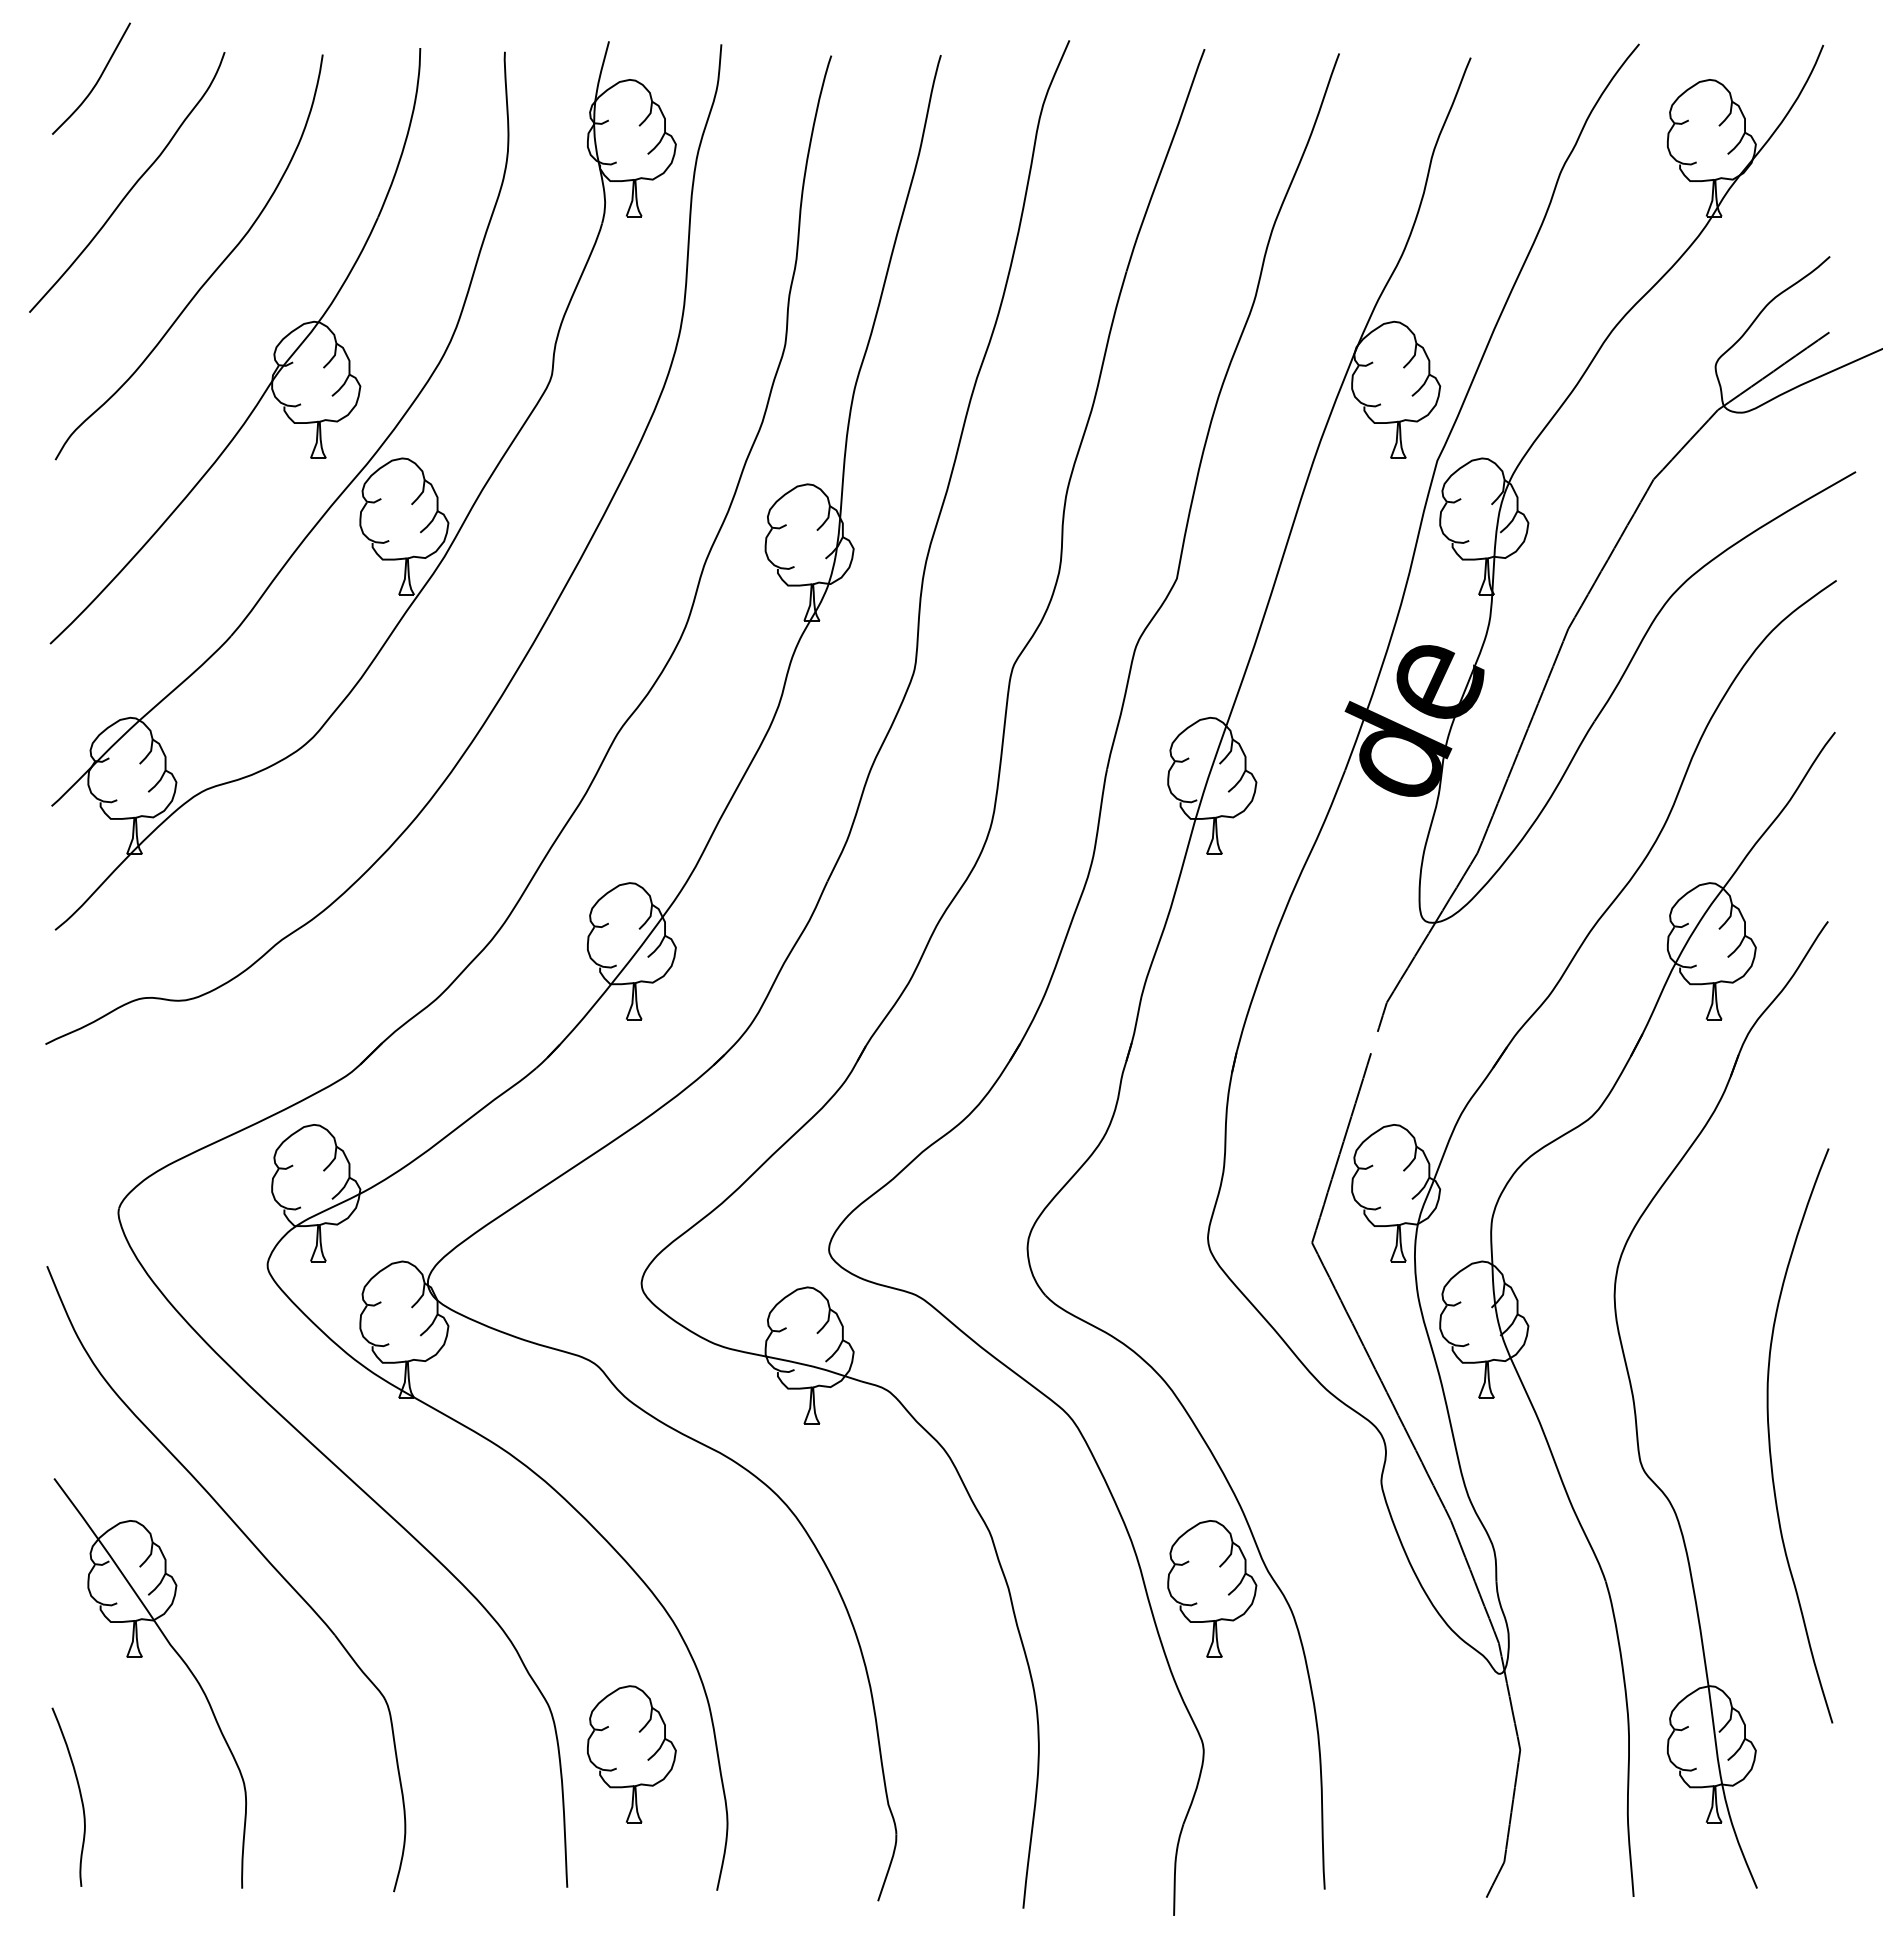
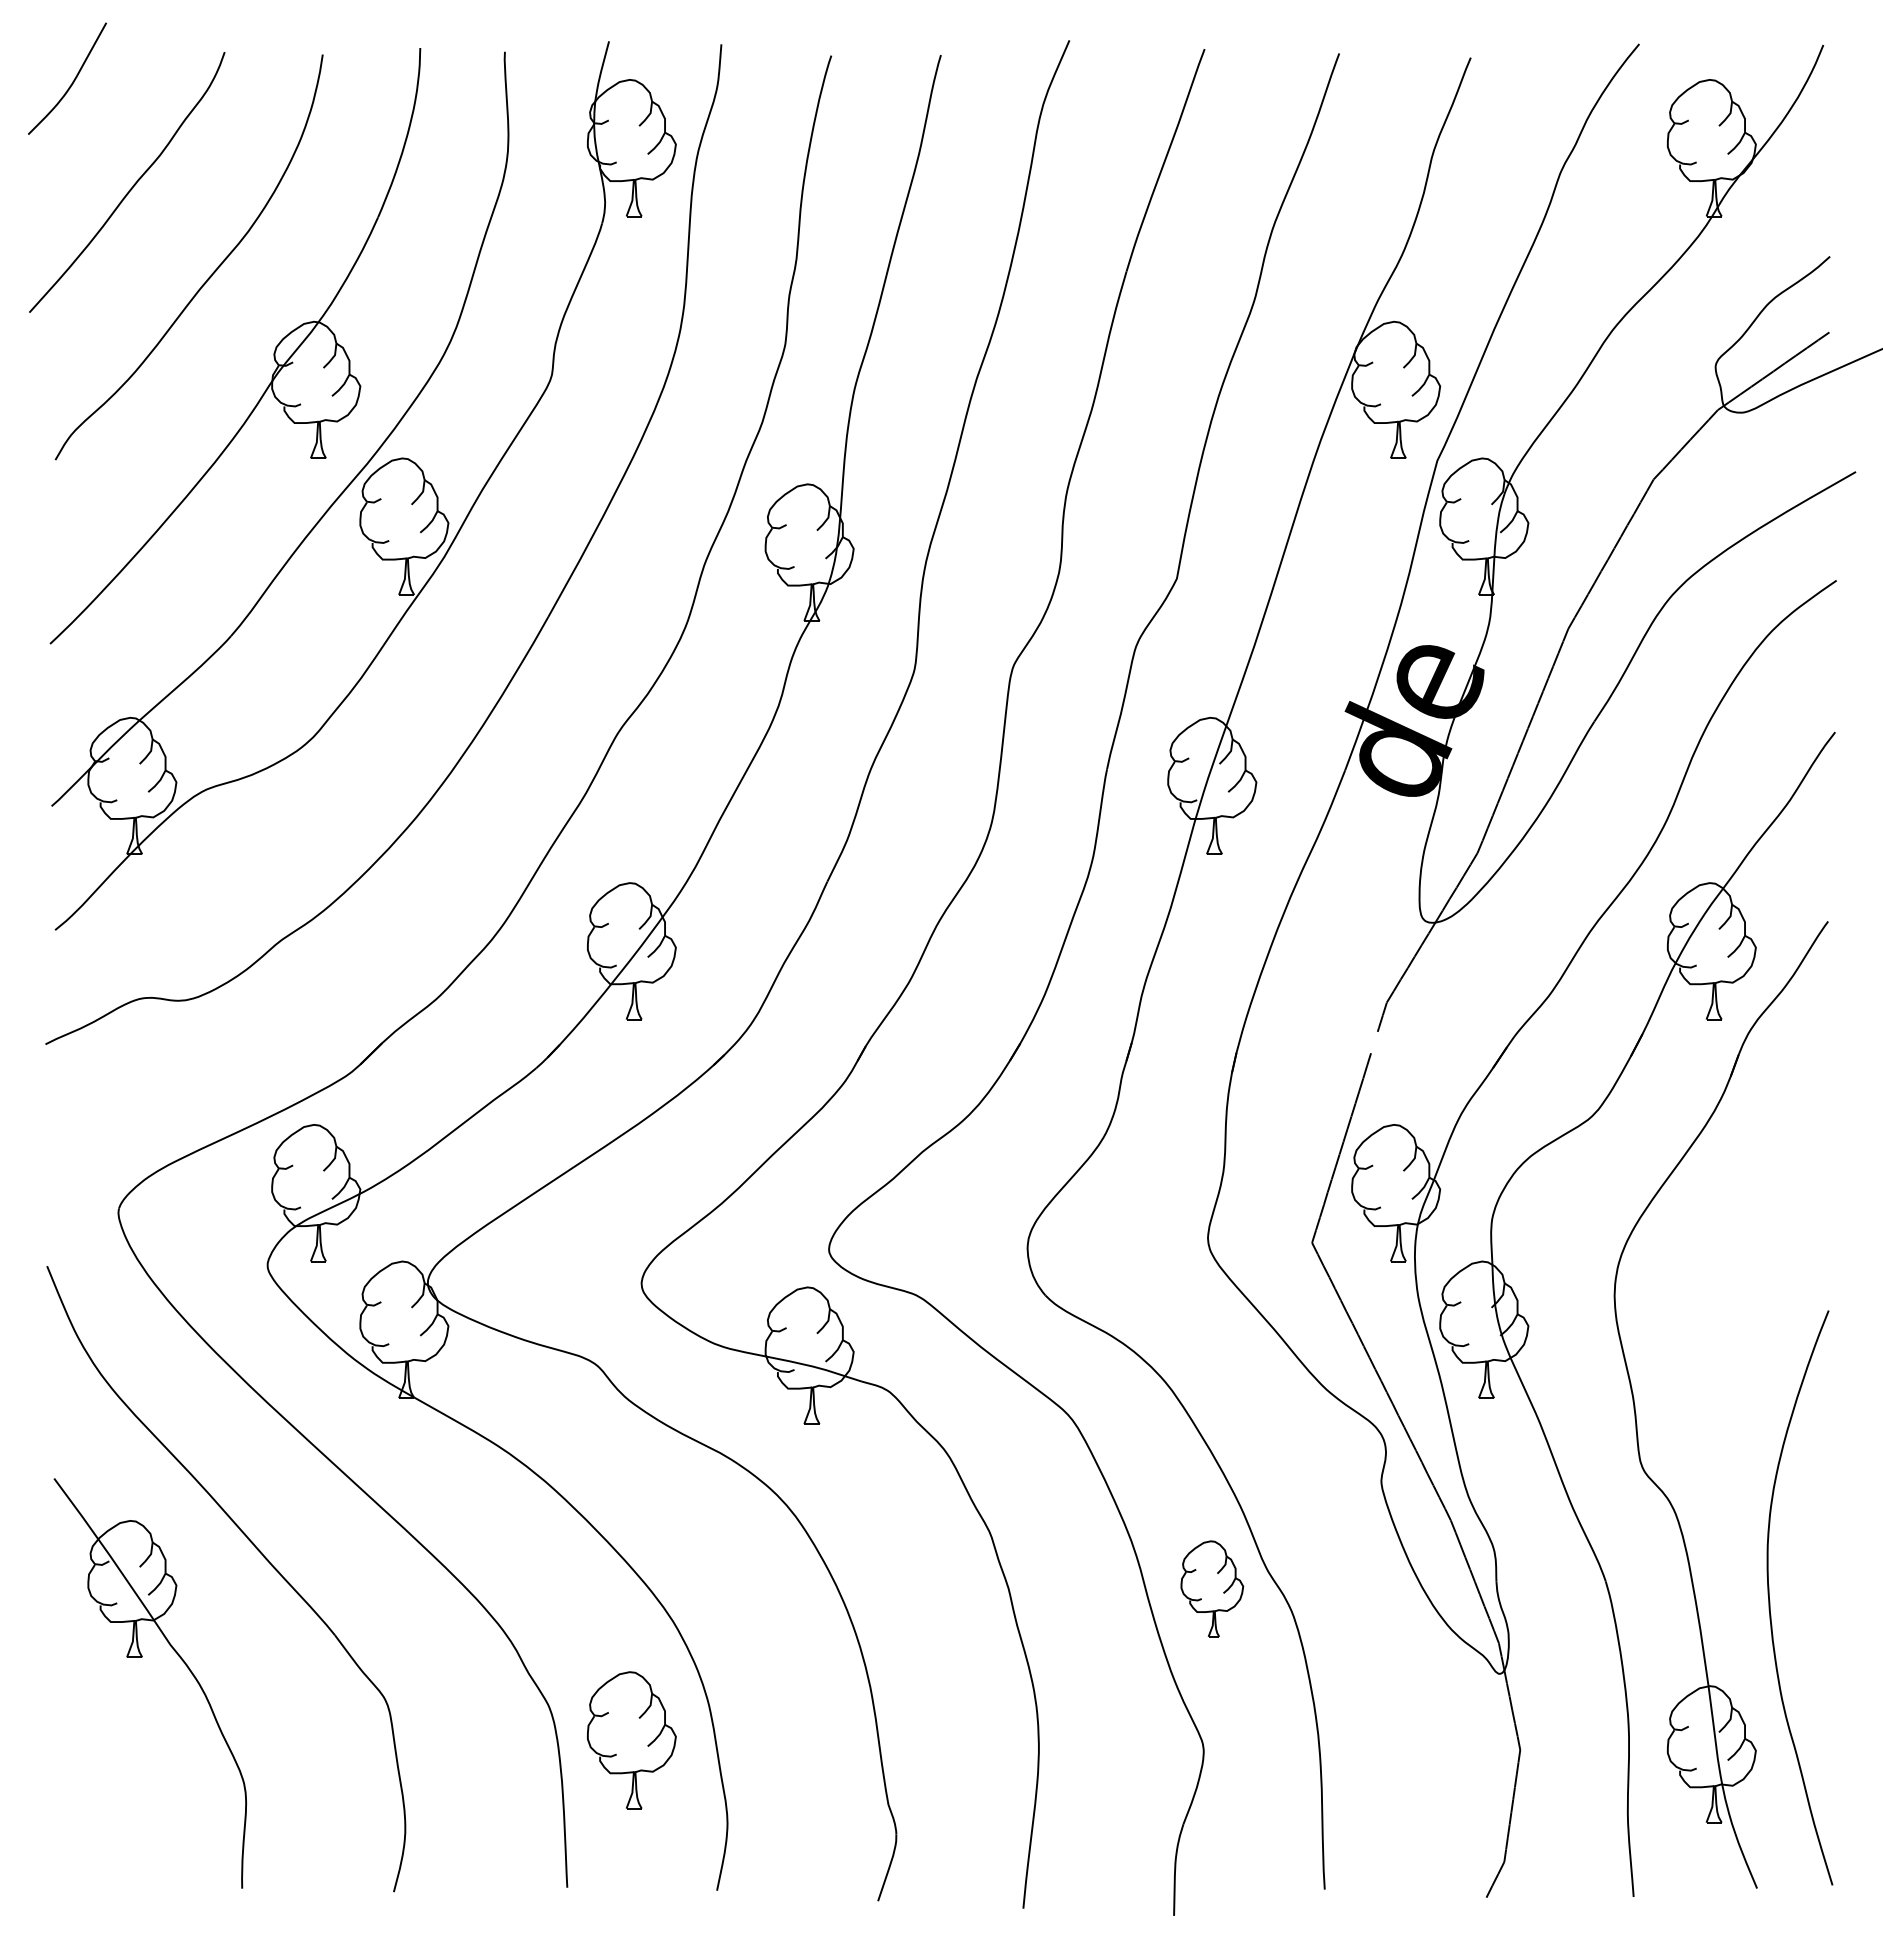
curve at (96, 81) position: (96, 81) -> (72, 81)
curve at (1770, 1438) position: (1770, 1438) -> (1770, 1600)
part at (1212, 1588) size: 91x138 px -> 65x98 px
part at (631, 1754) position: (631, 1754) -> (631, 1740)
curve at (79, 1794): present -> none
